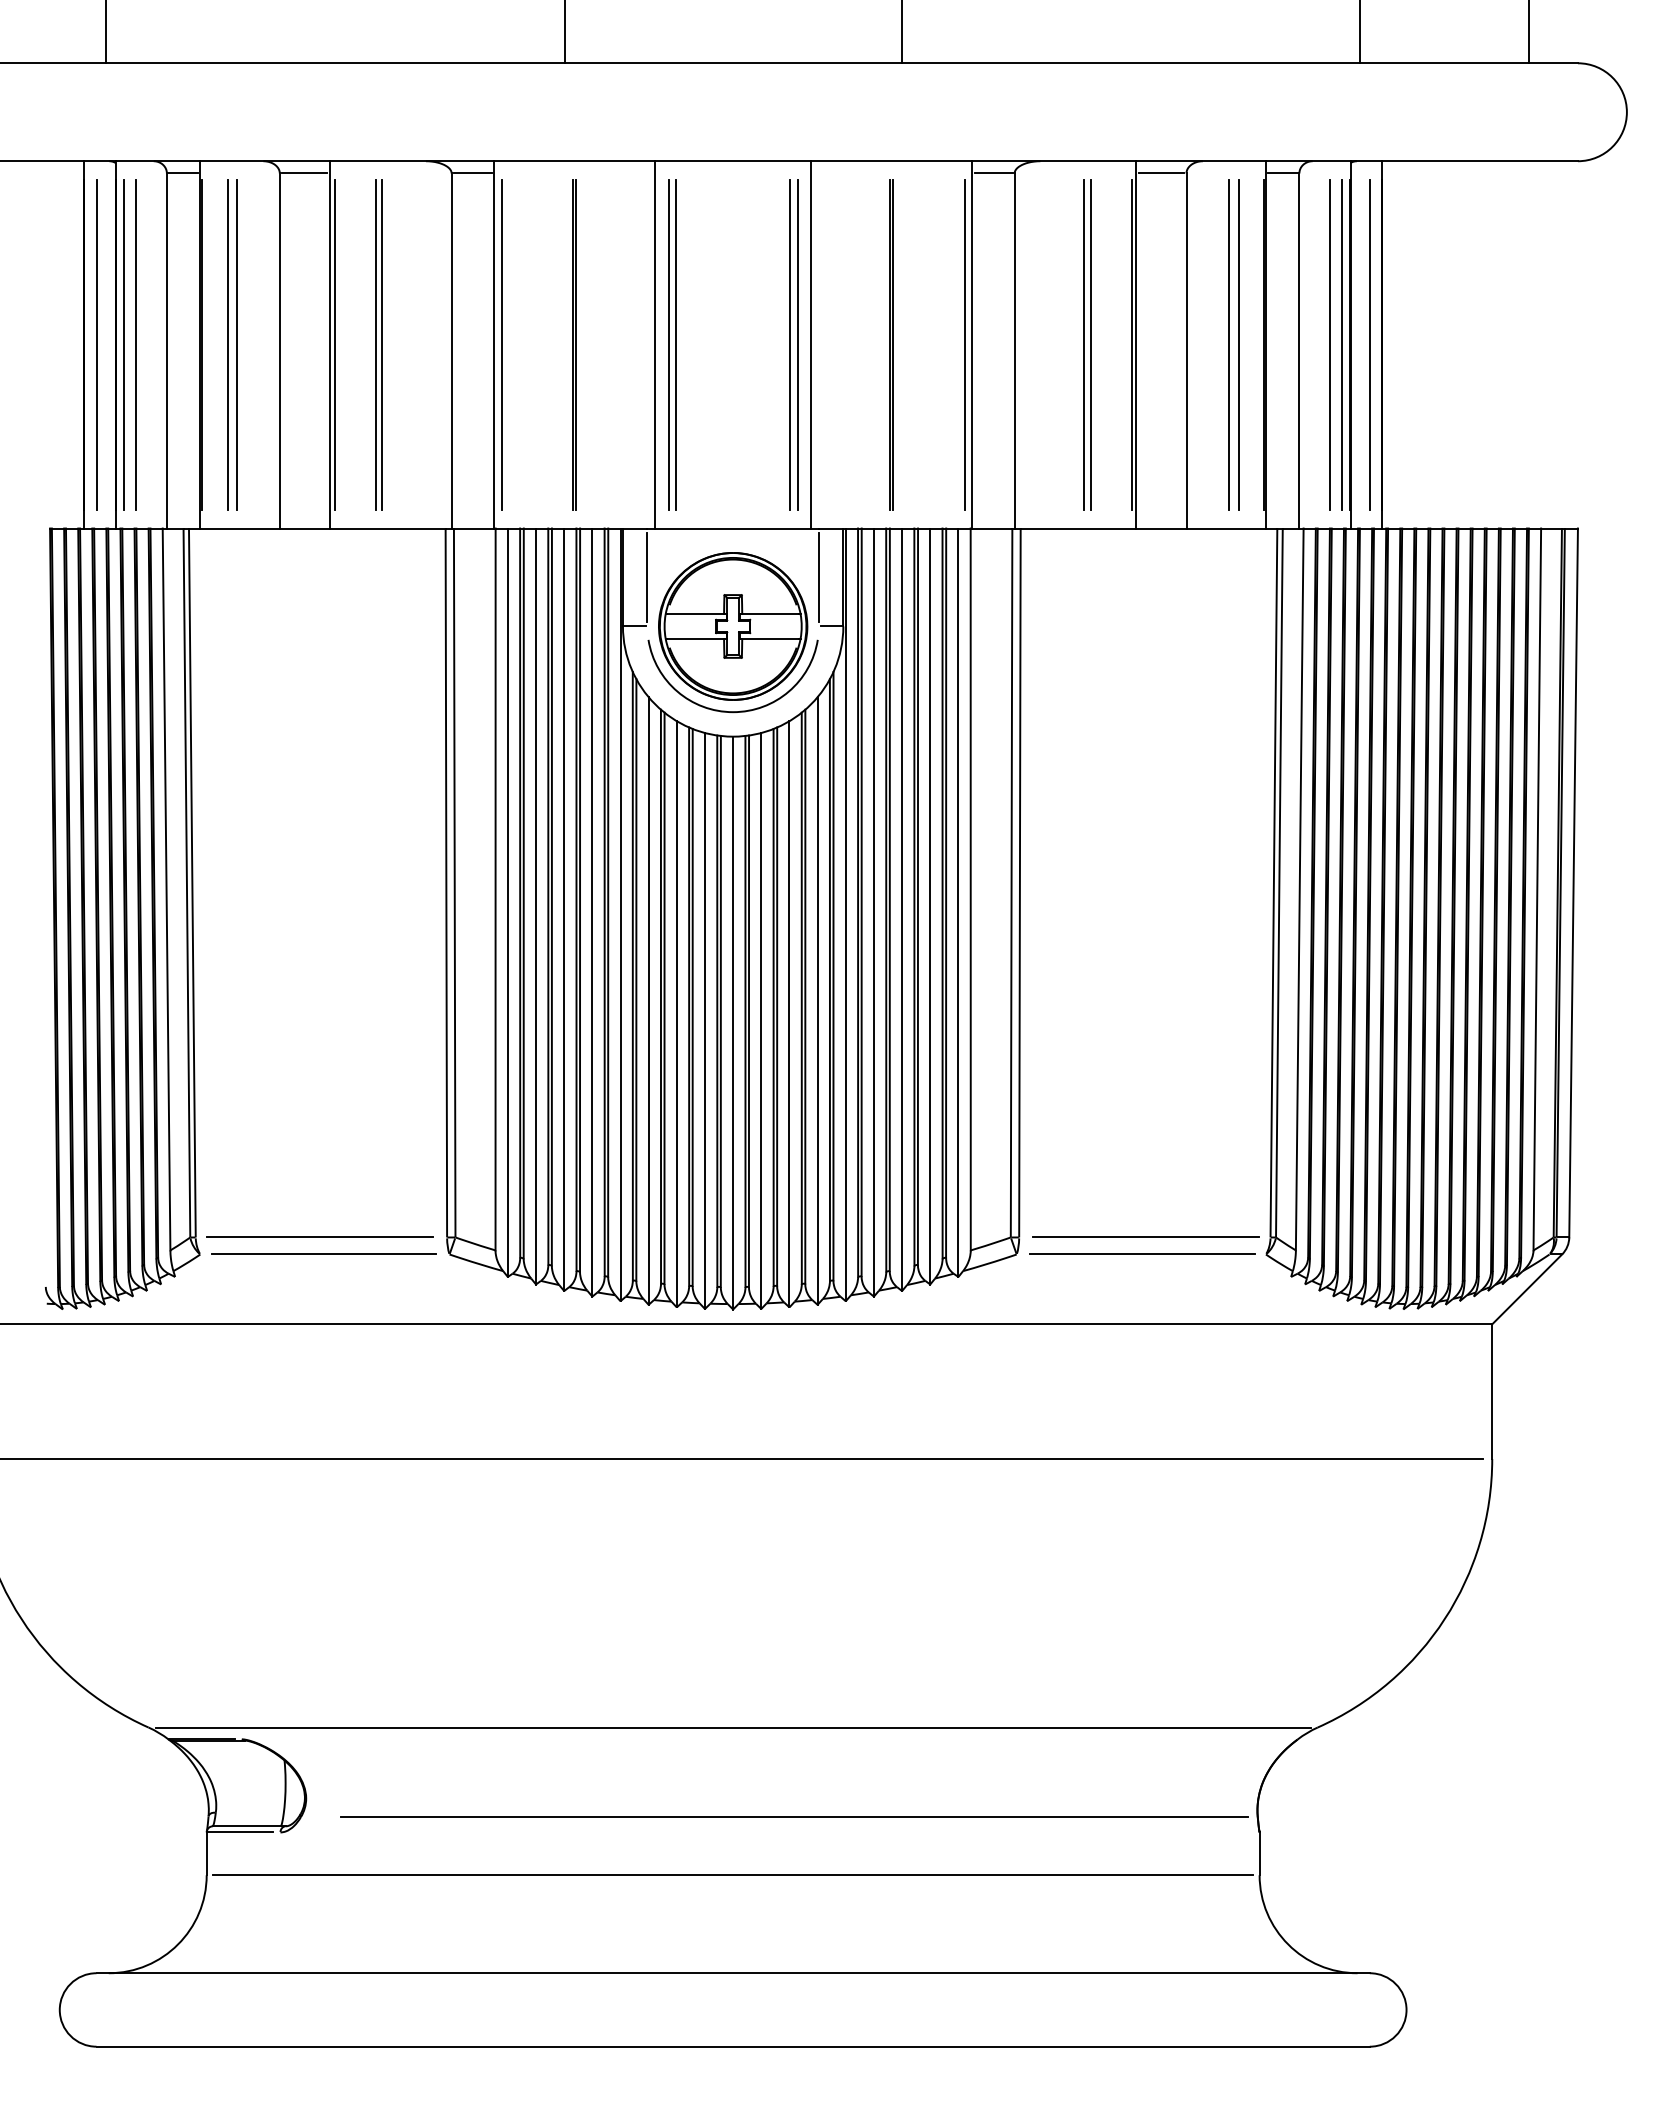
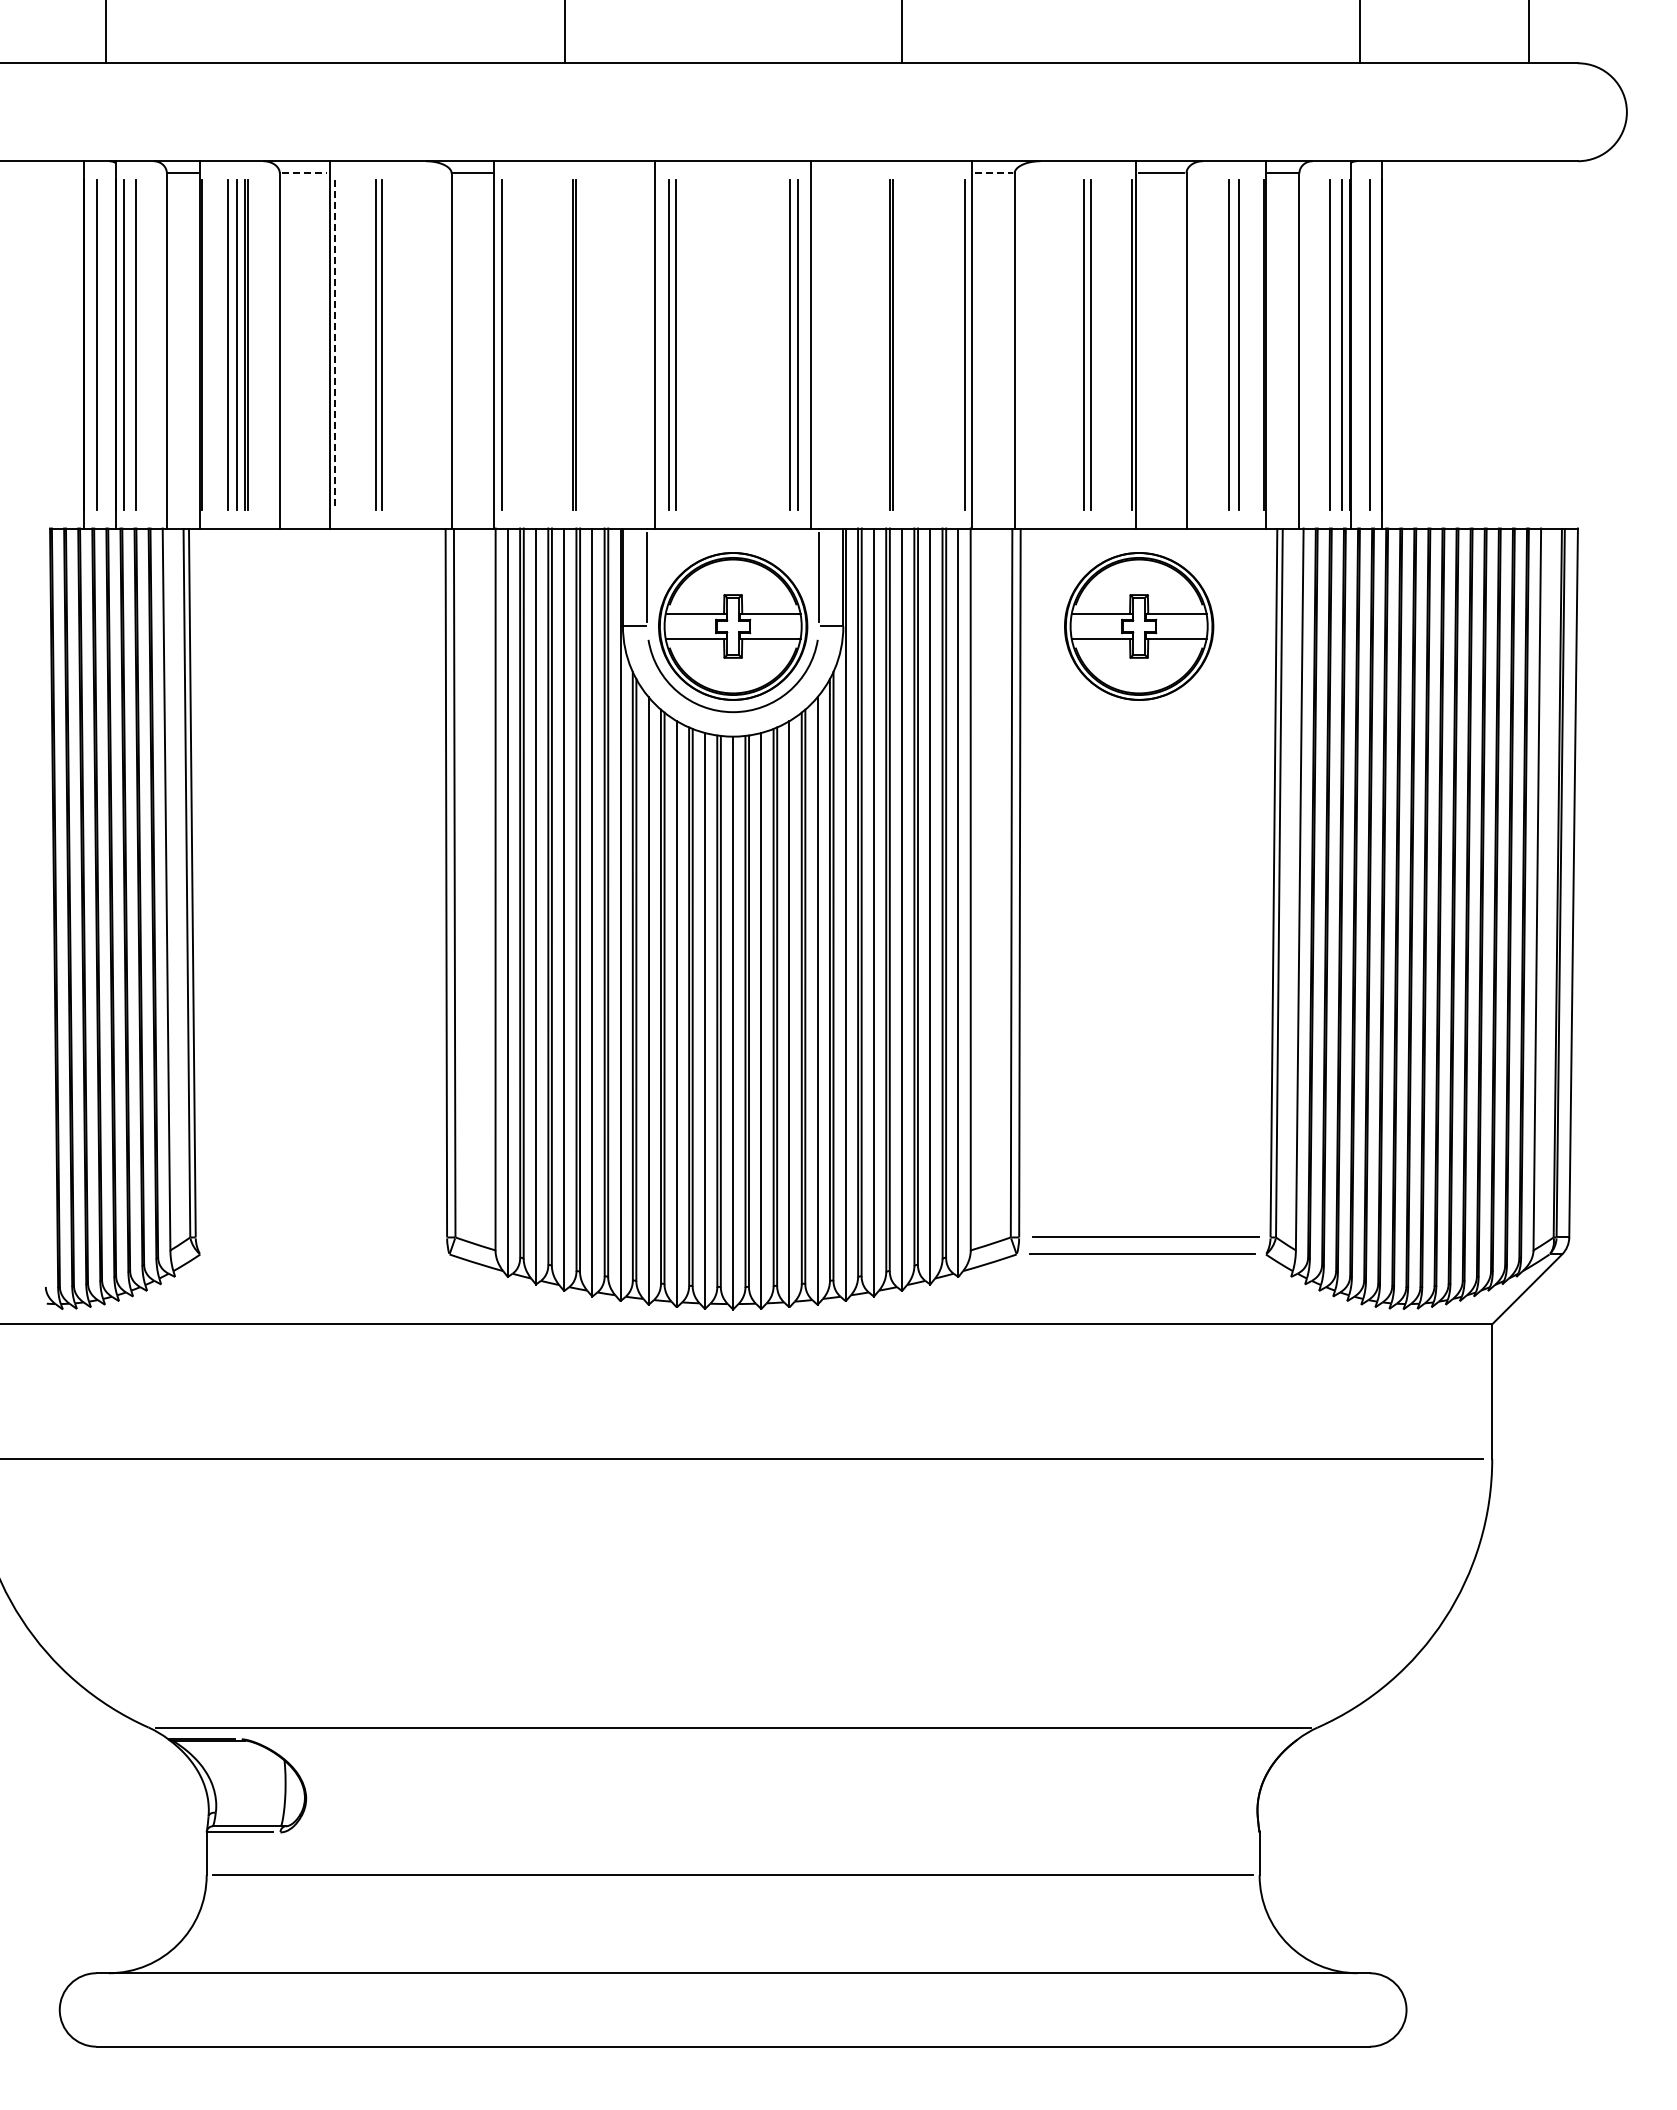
line at (304, 173): solid -> dashed
line at (993, 173): solid -> dashed
line at (245, 344): none -> present
line at (334, 345): solid -> dashed
part at (1139, 626): none -> present
line at (320, 1237): present -> none
line at (323, 1254): present -> none
line at (794, 1817): present -> none
